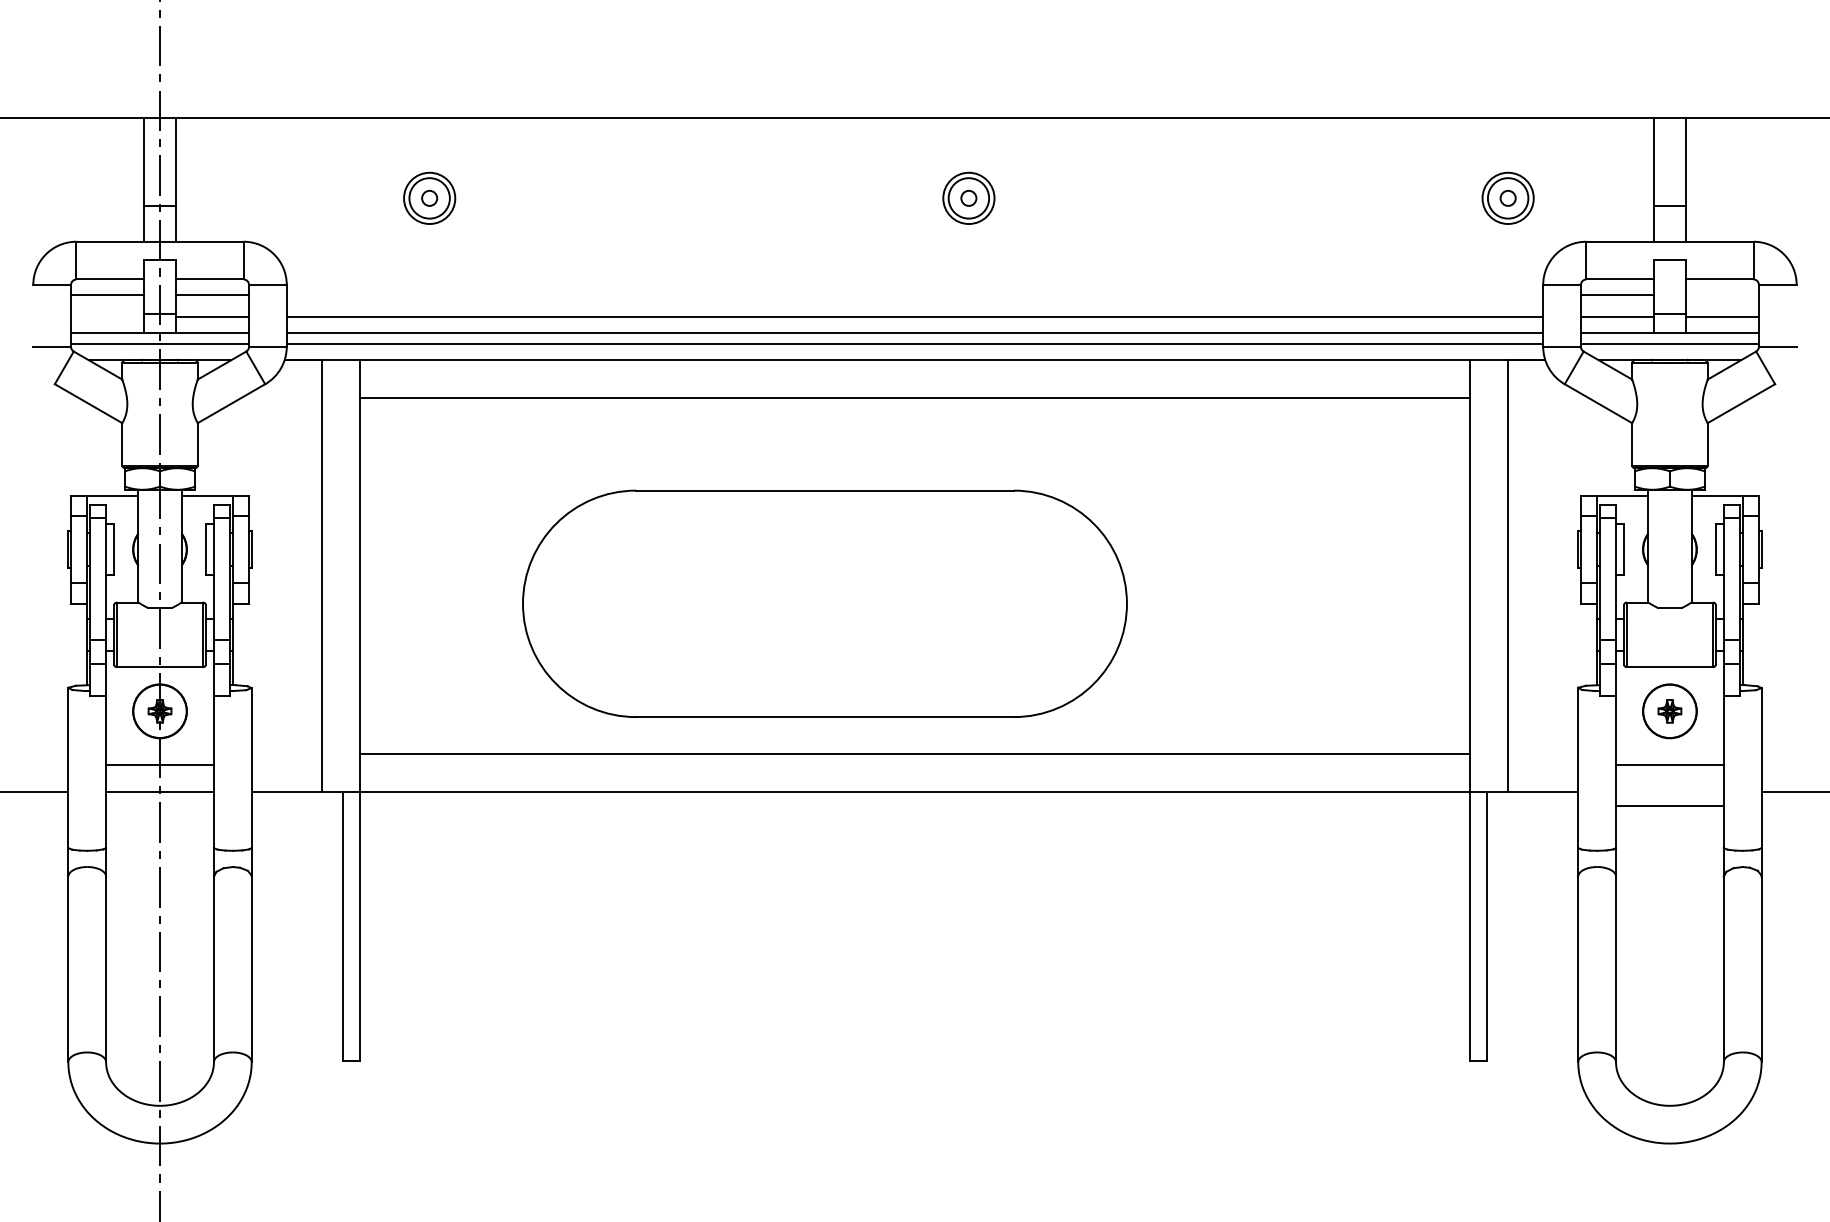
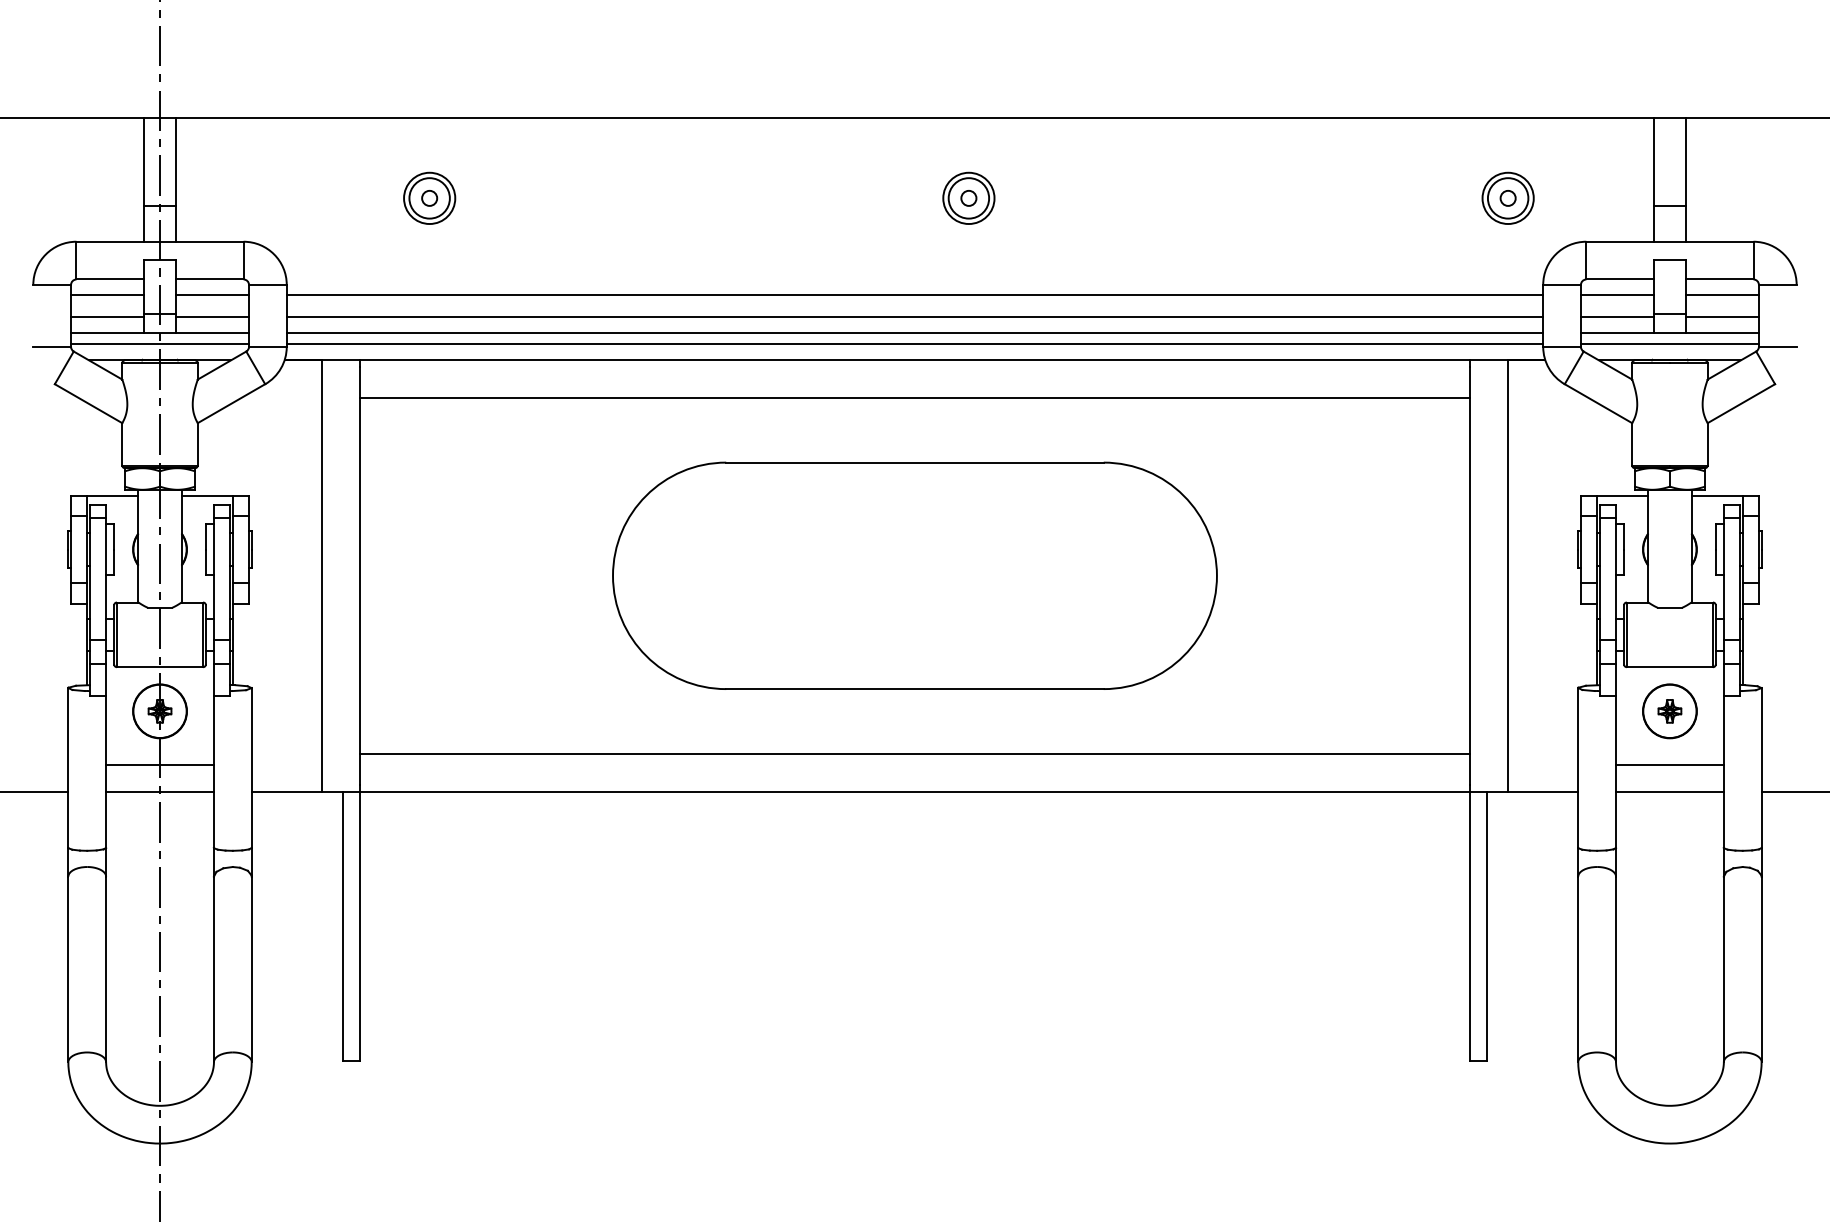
line at (914, 295): none -> present
line at (1722, 295): none -> present
line at (107, 317): none -> present
part at (824, 603) position: (824, 603) -> (914, 575)
line at (1669, 805) position: (1669, 805) -> (1669, 791)
